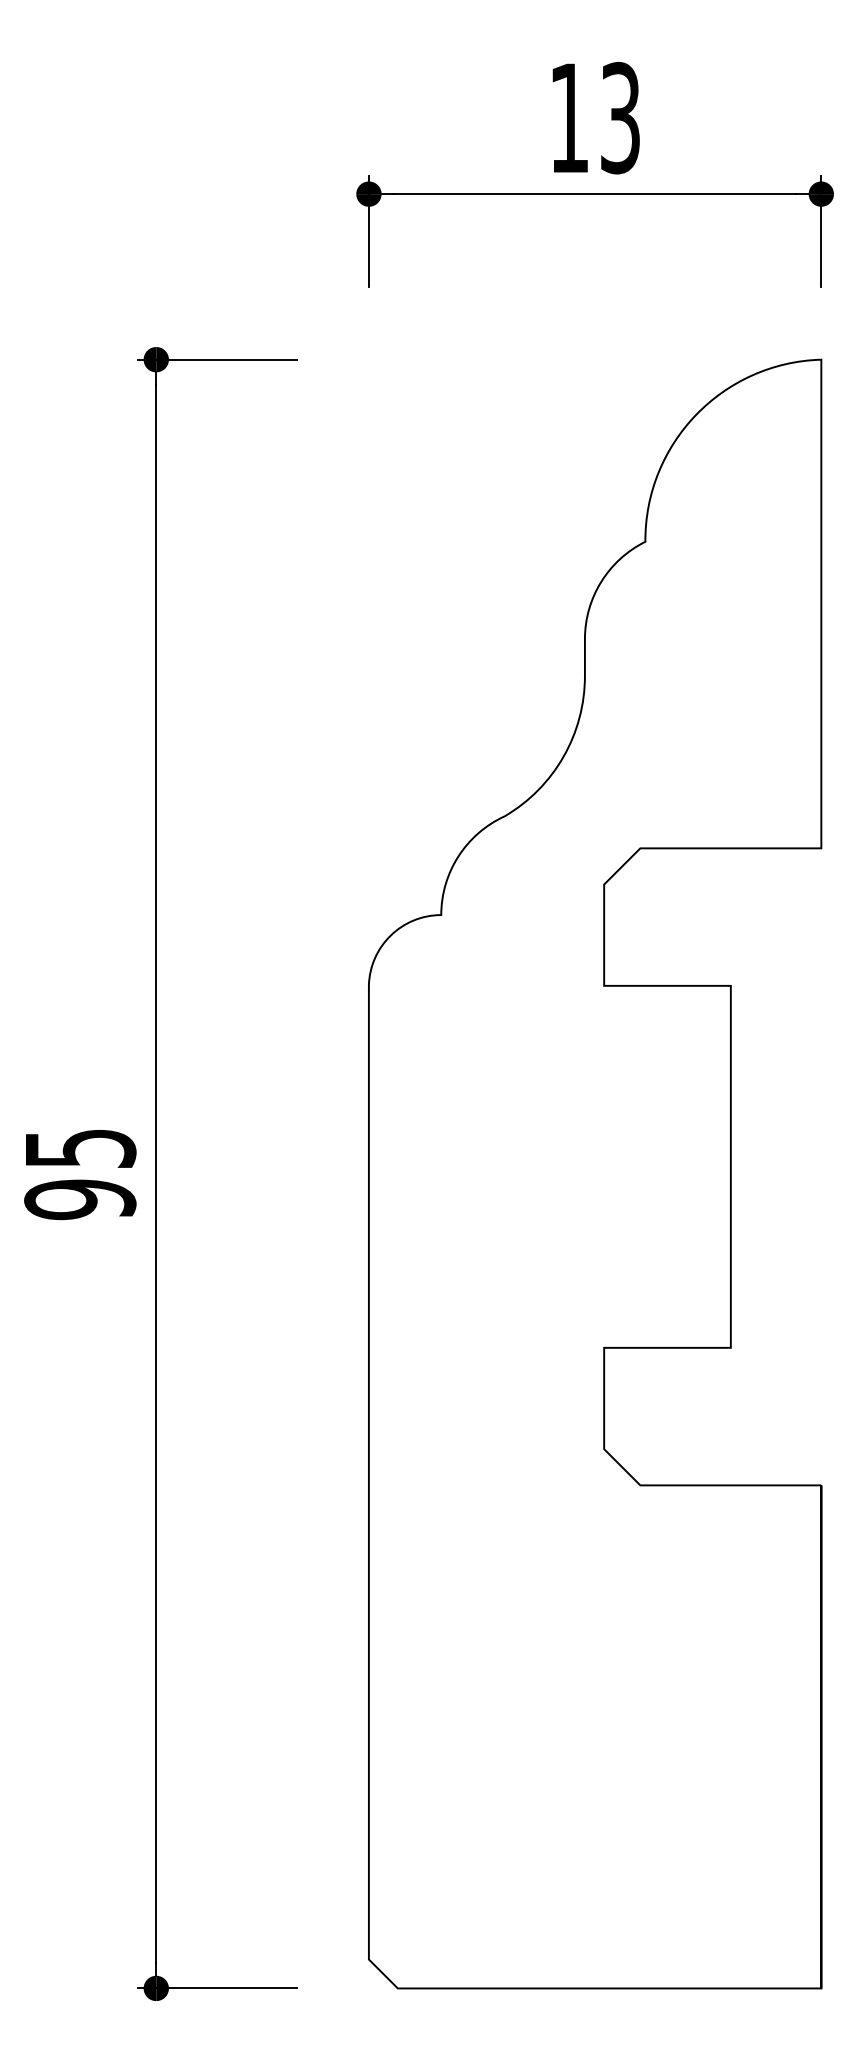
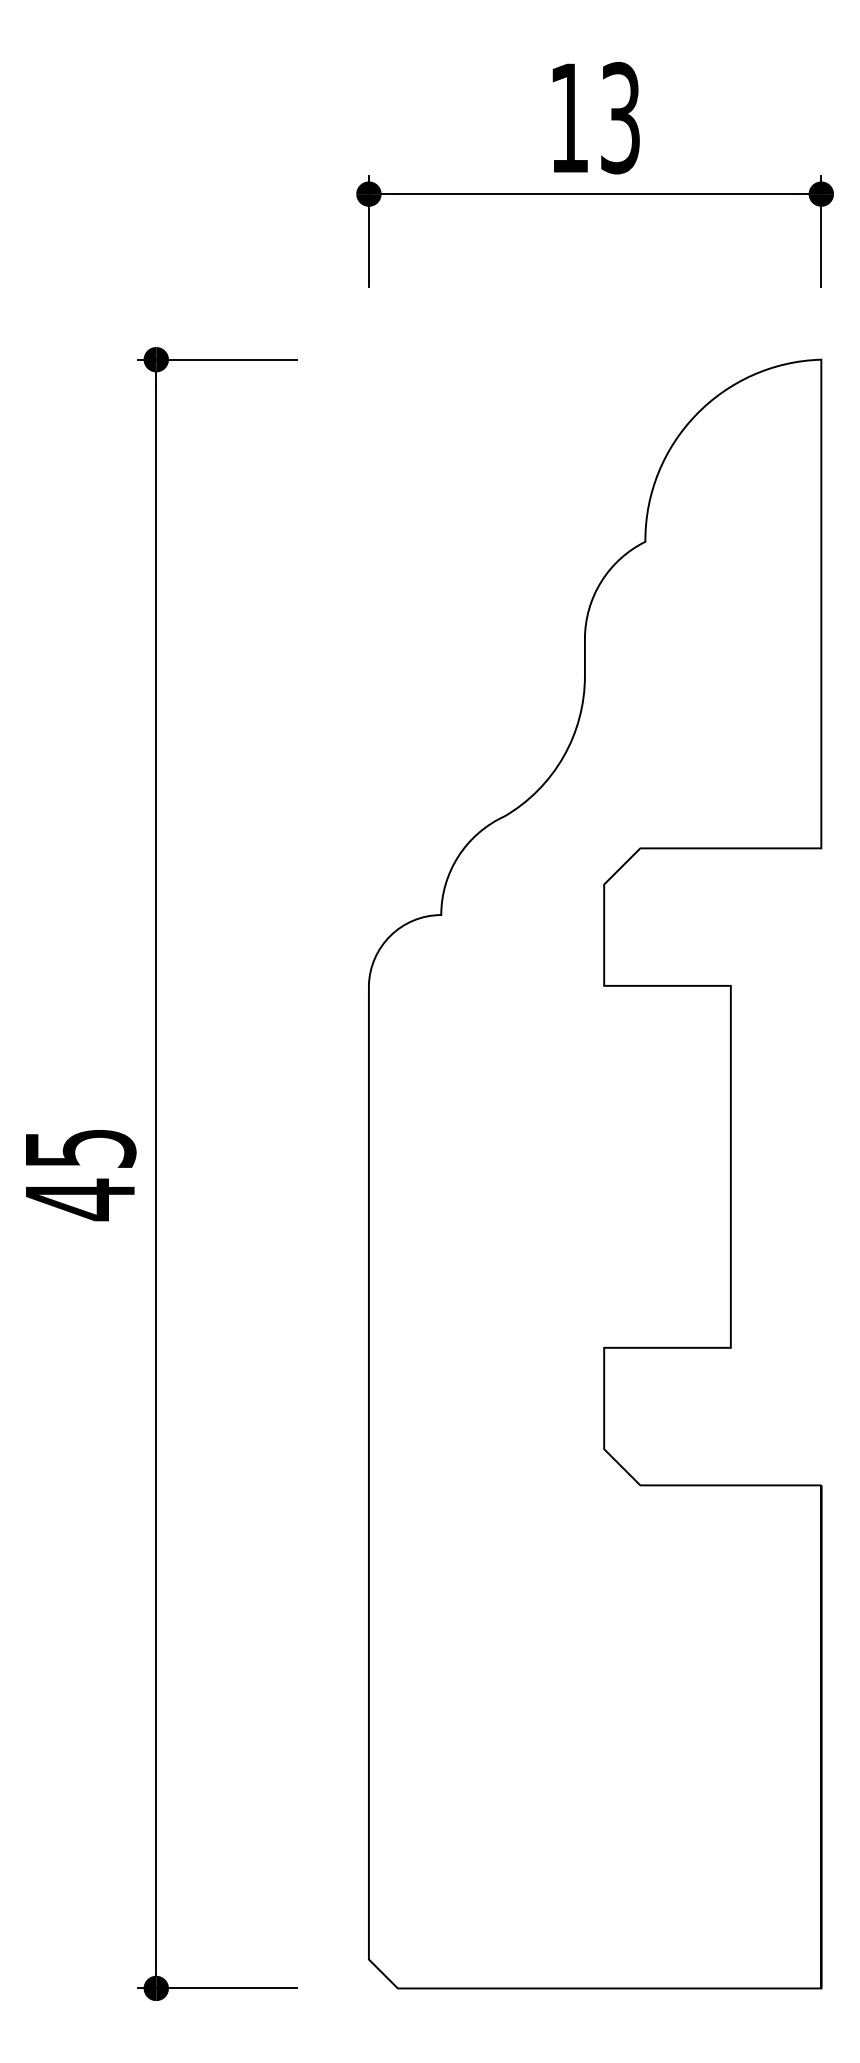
text at (80, 1199): 95 -> 45
